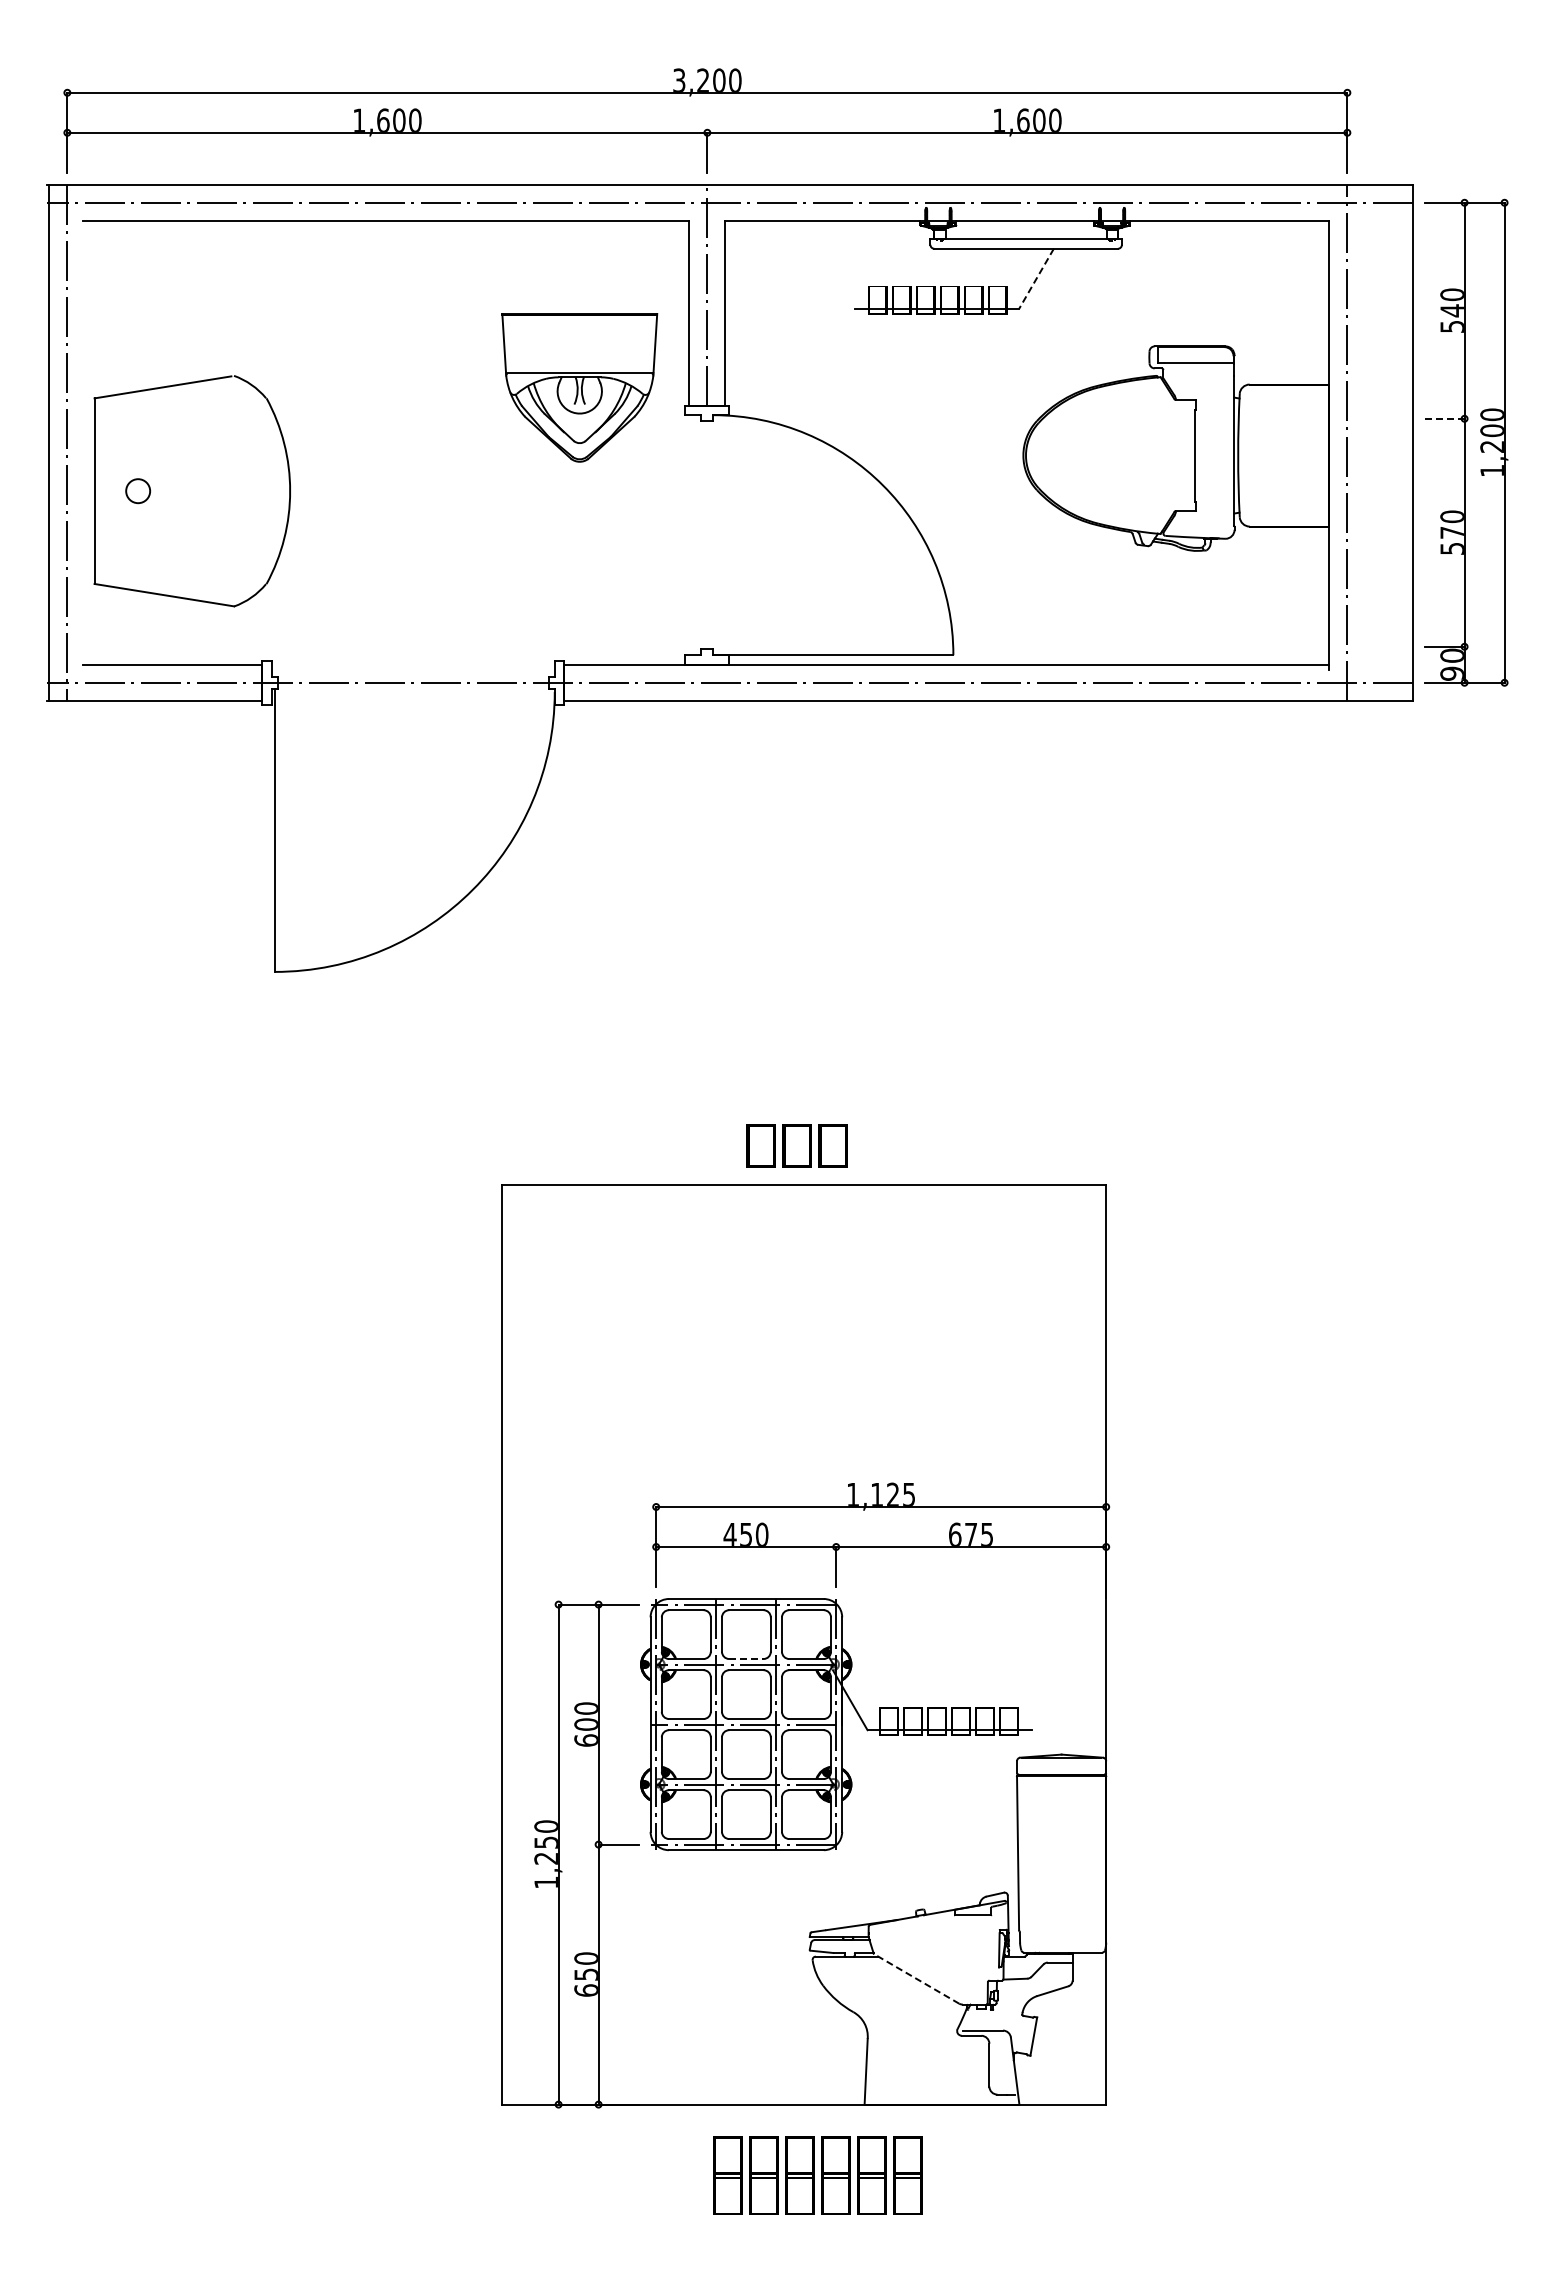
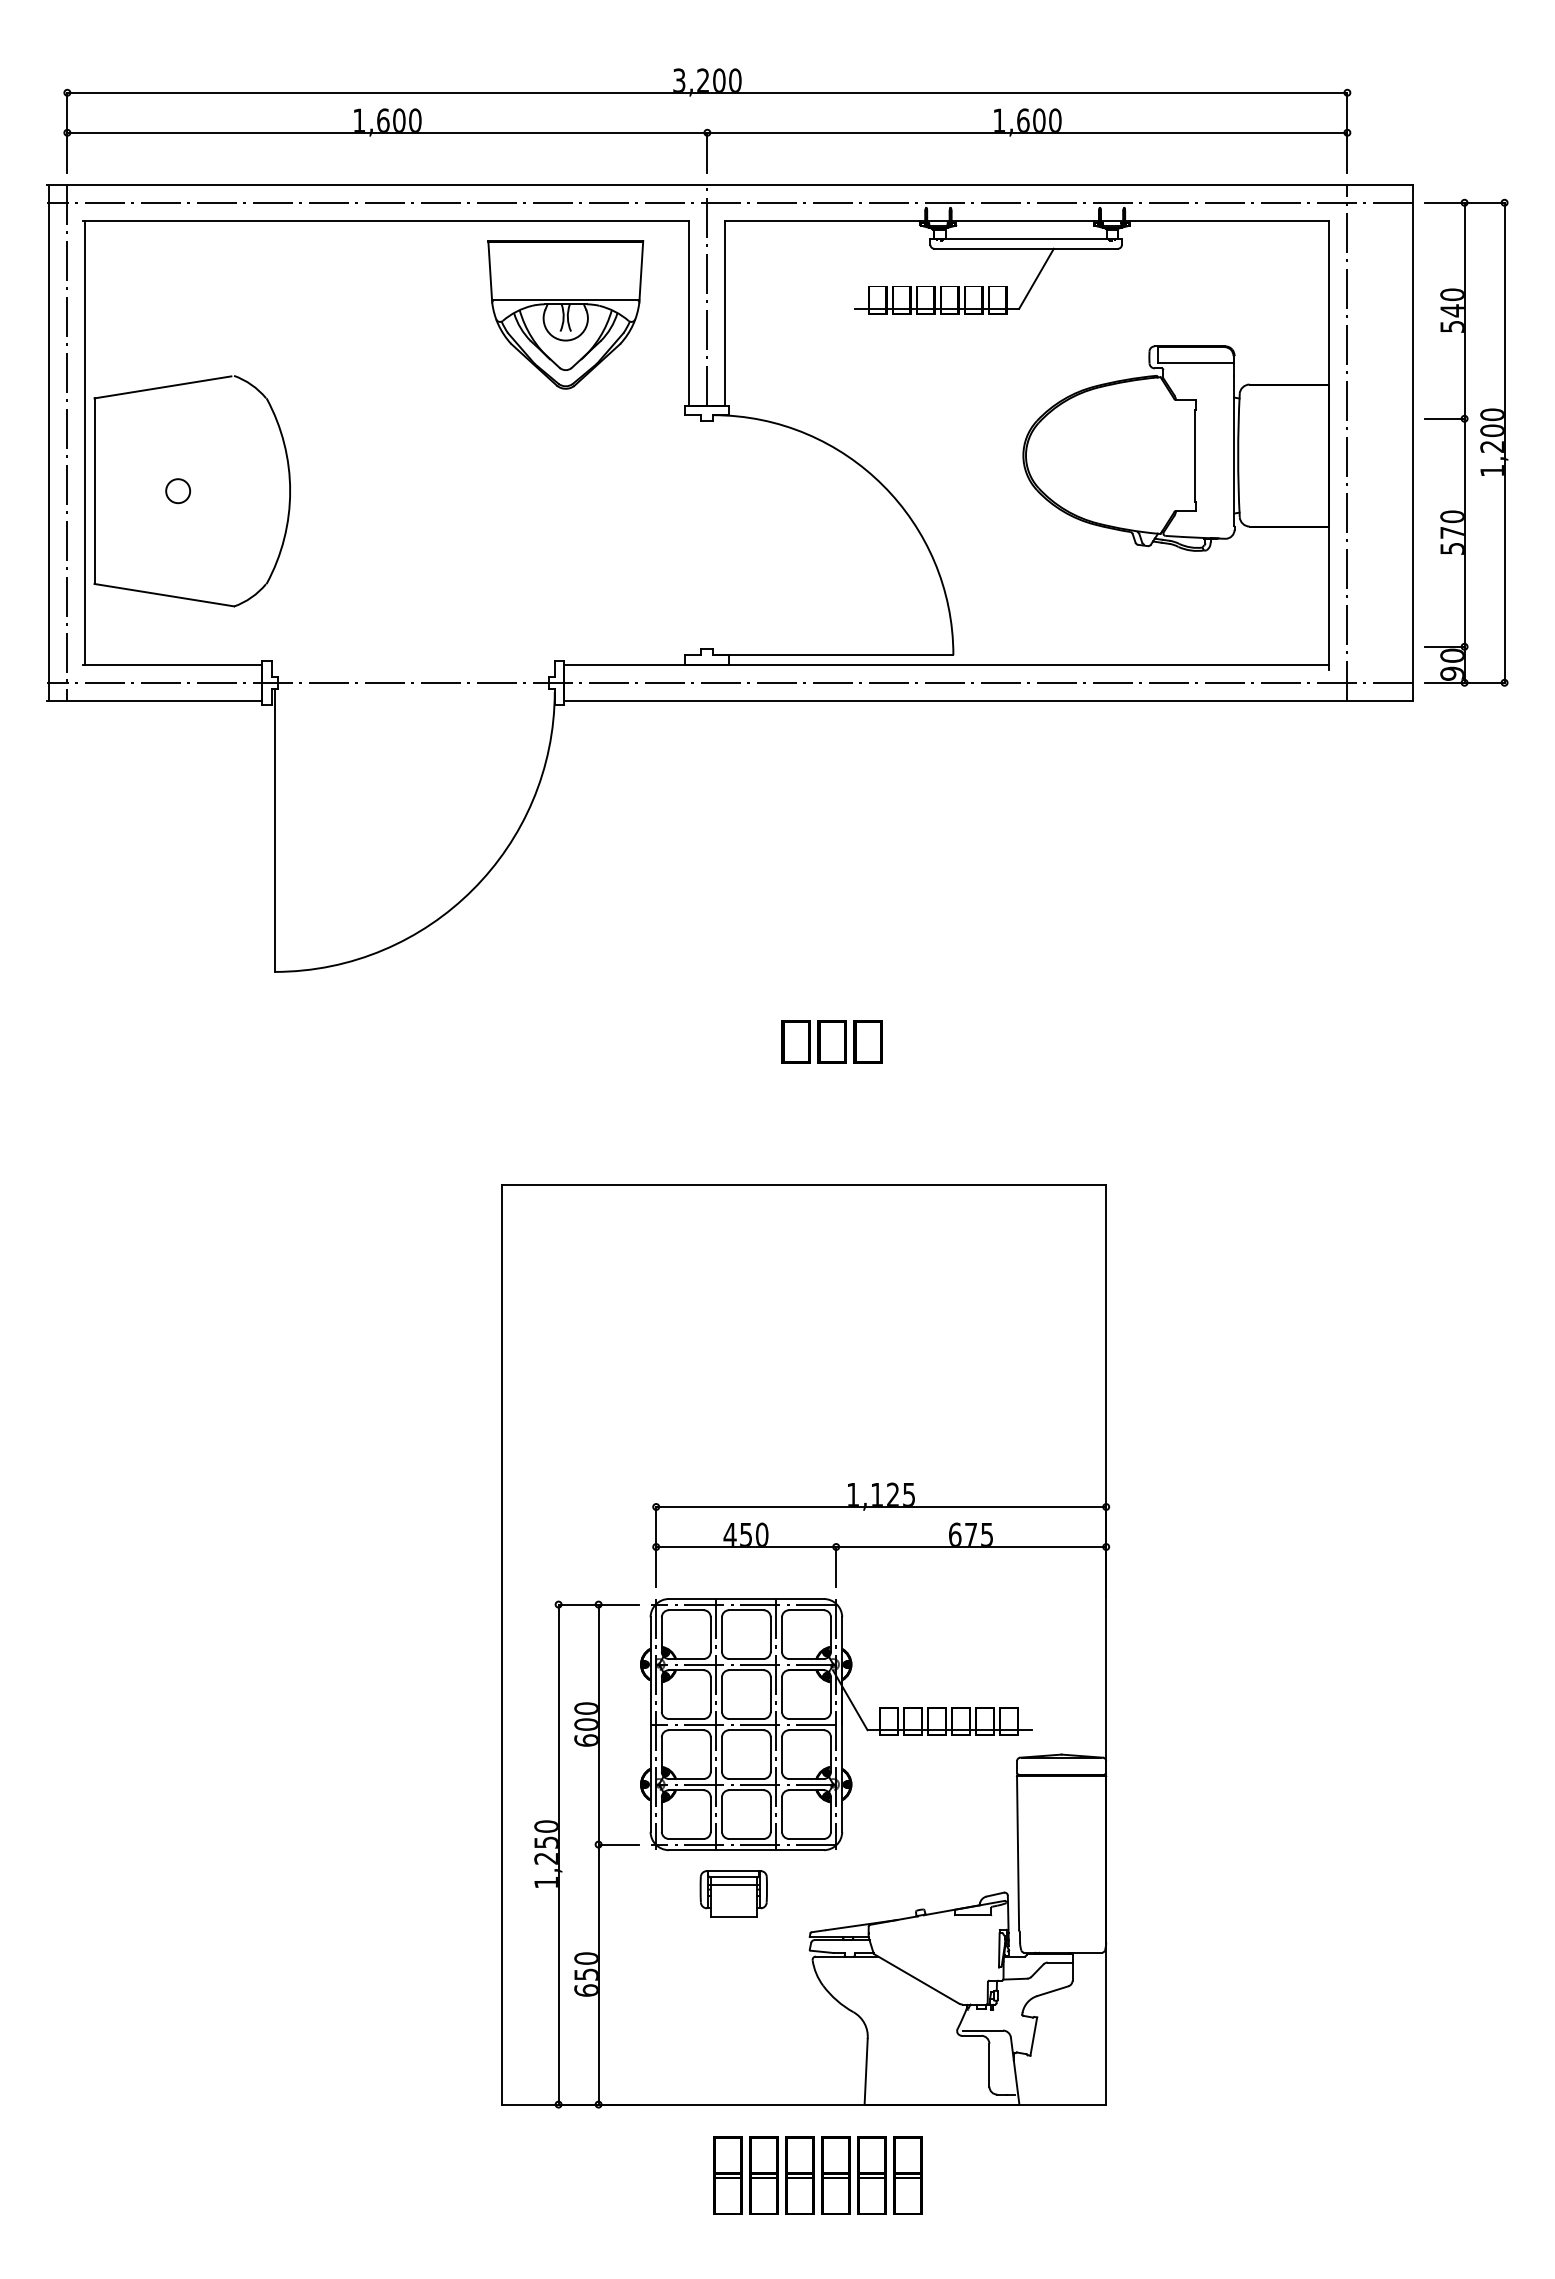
line at (1036, 278): dashed -> solid
part at (579, 387) position: (579, 387) -> (565, 314)
line at (1444, 418): dashed -> solid
line at (85, 442): none -> present
circle at (138, 491) position: (138, 491) -> (178, 491)
text at (796, 1145) position: (796, 1145) -> (831, 1041)
line at (746, 1659): dashed -> solid
part at (733, 1893): none -> present
line at (916, 1978): dashed -> solid
